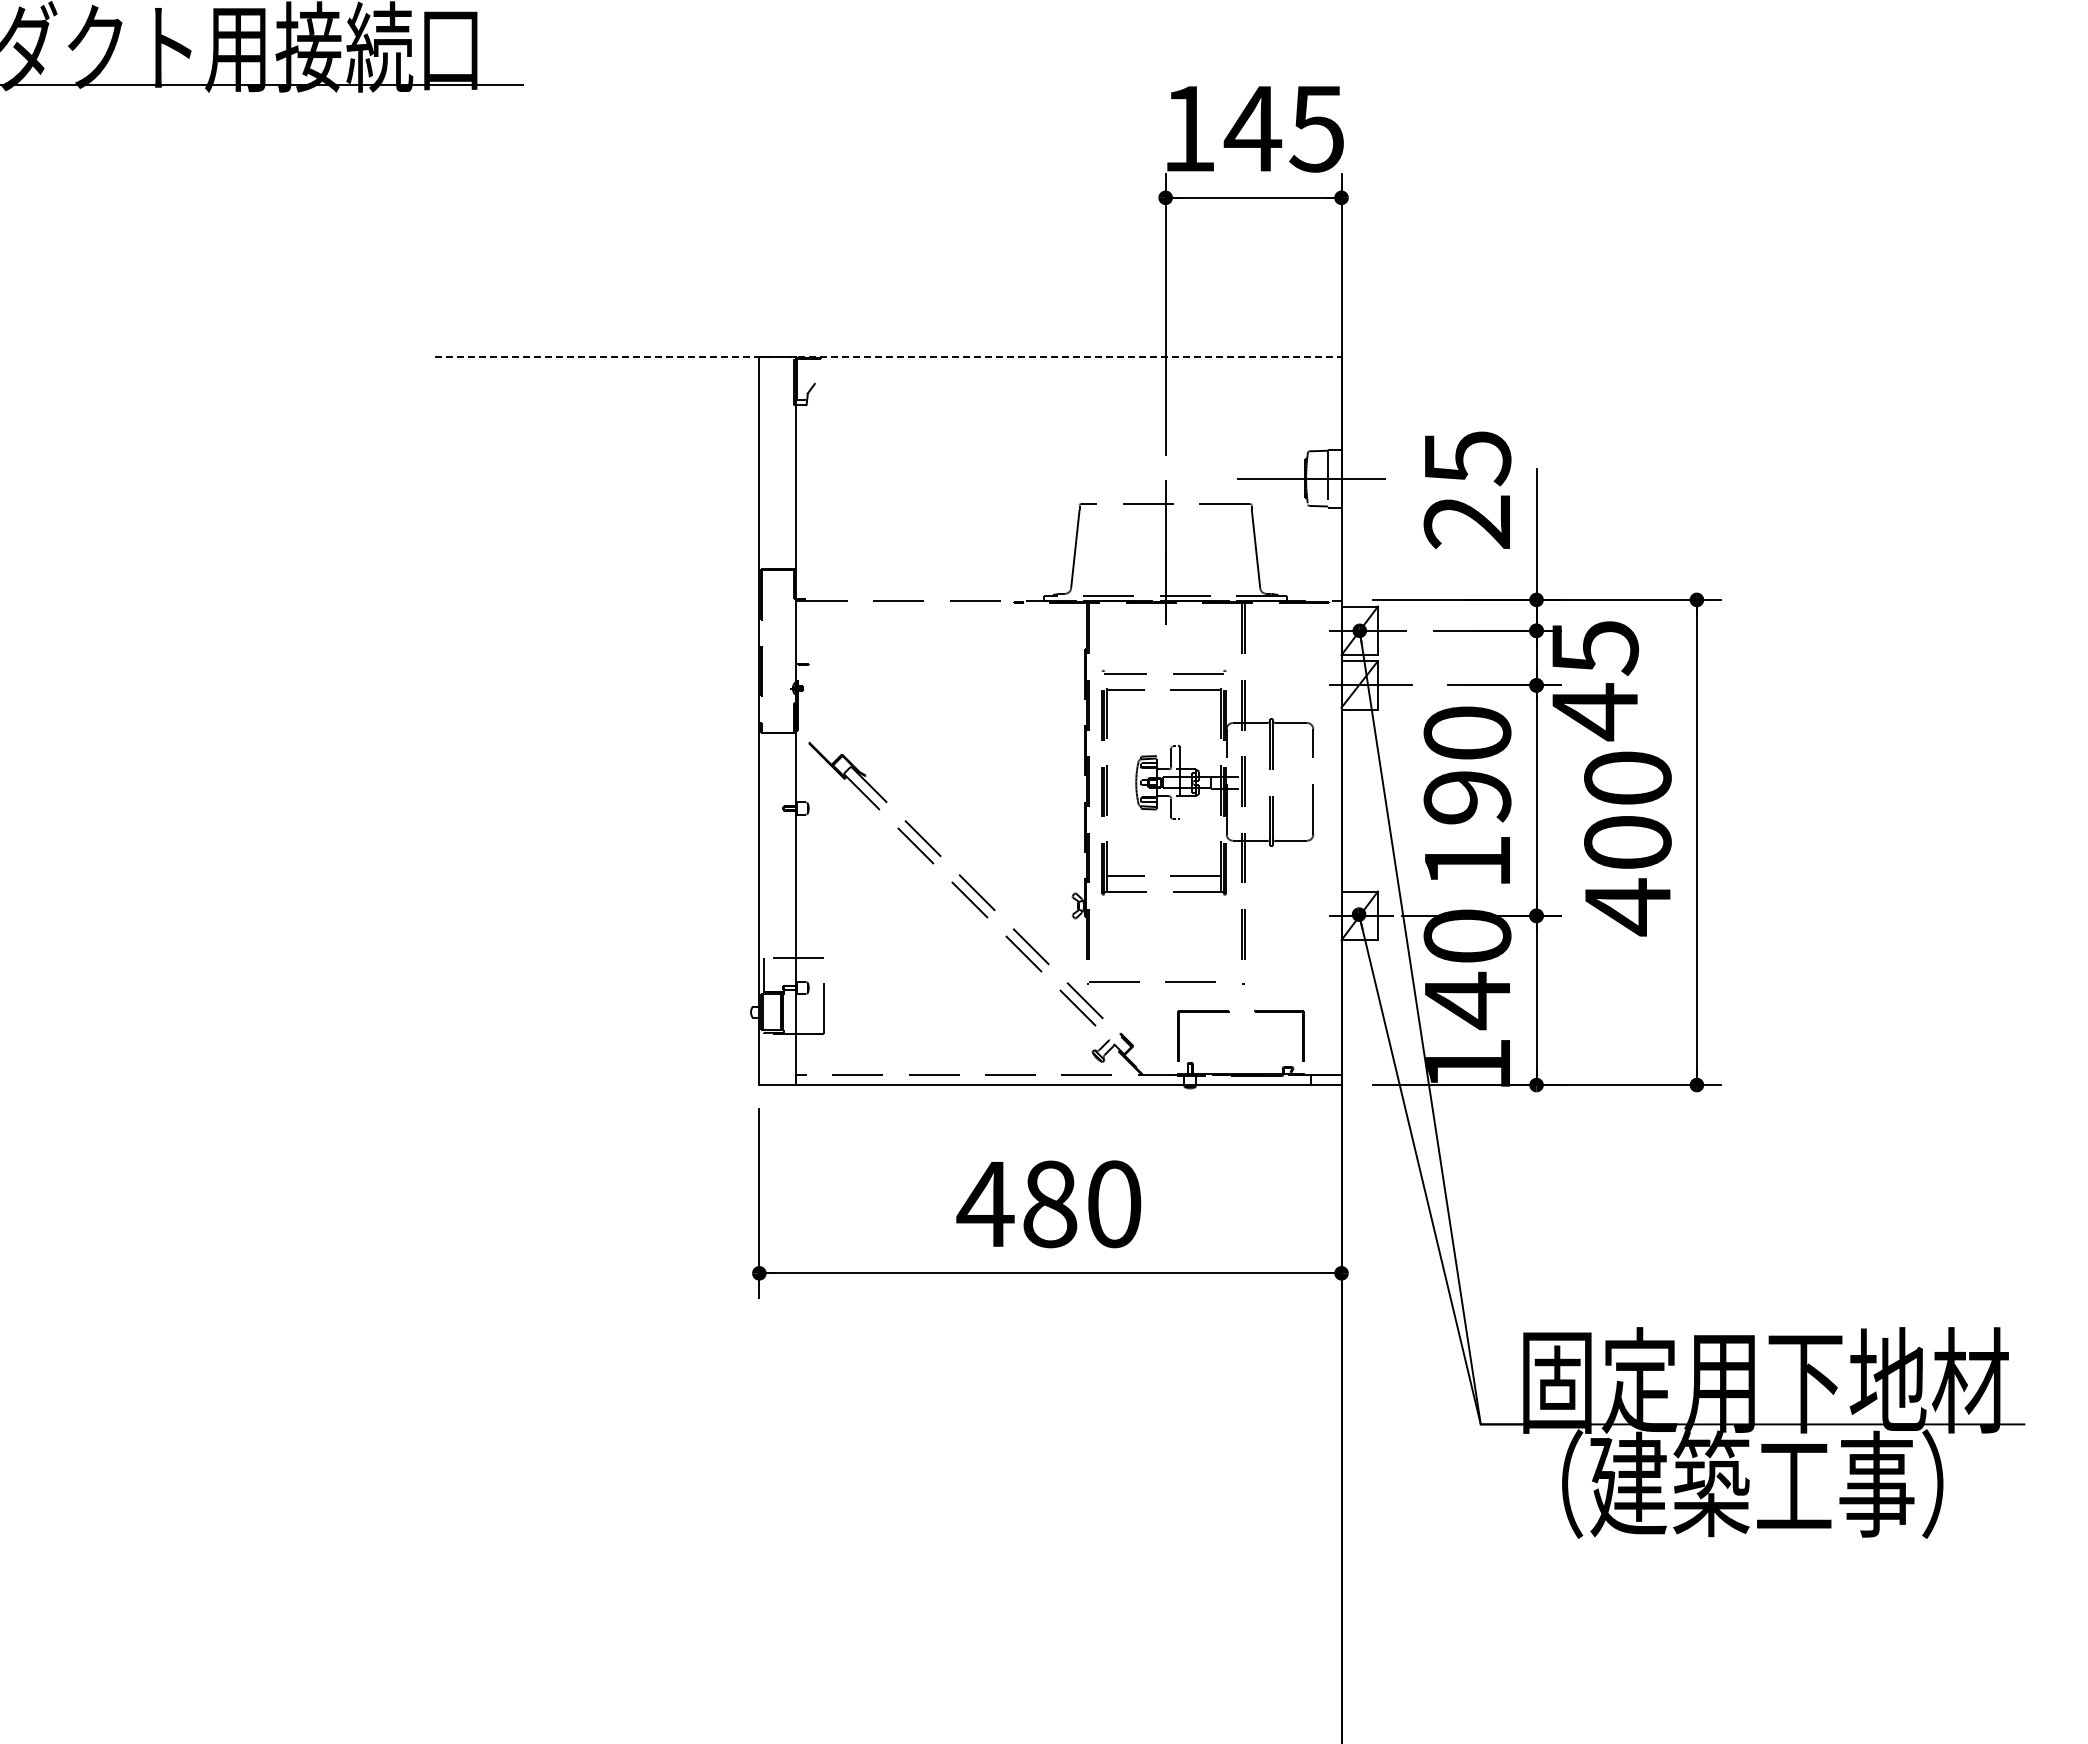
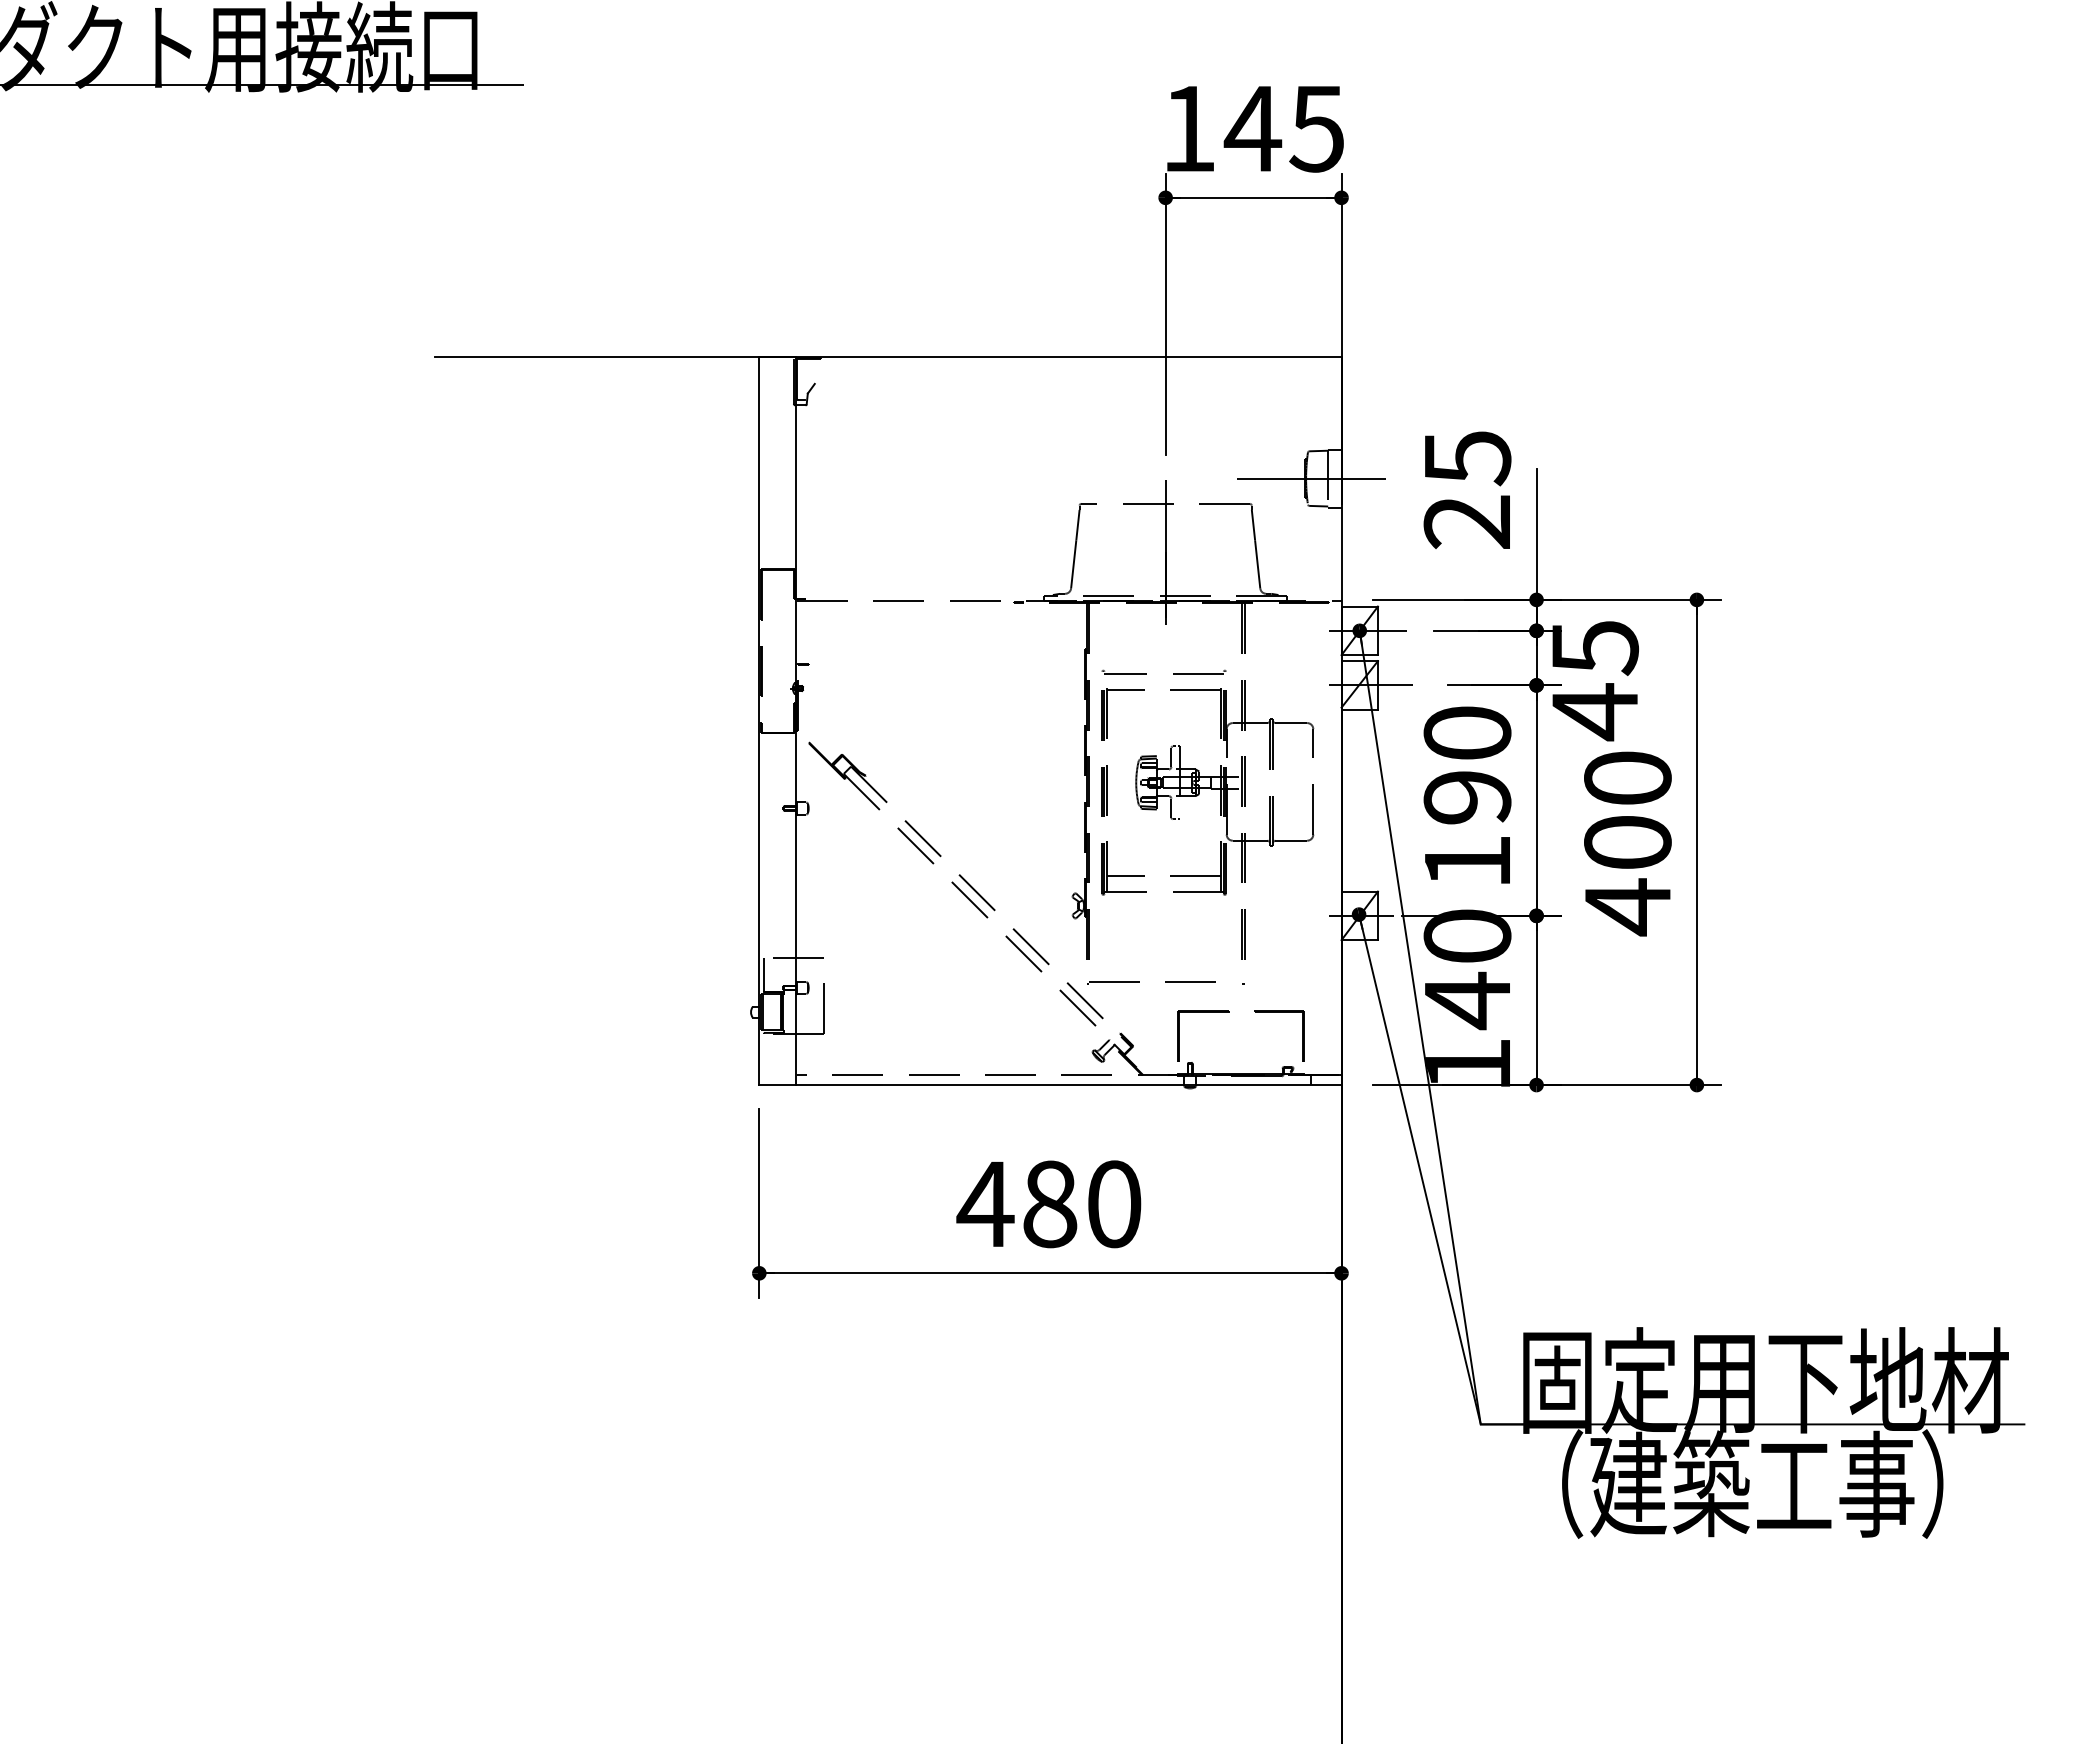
line at (888, 357): dashed -> solid
